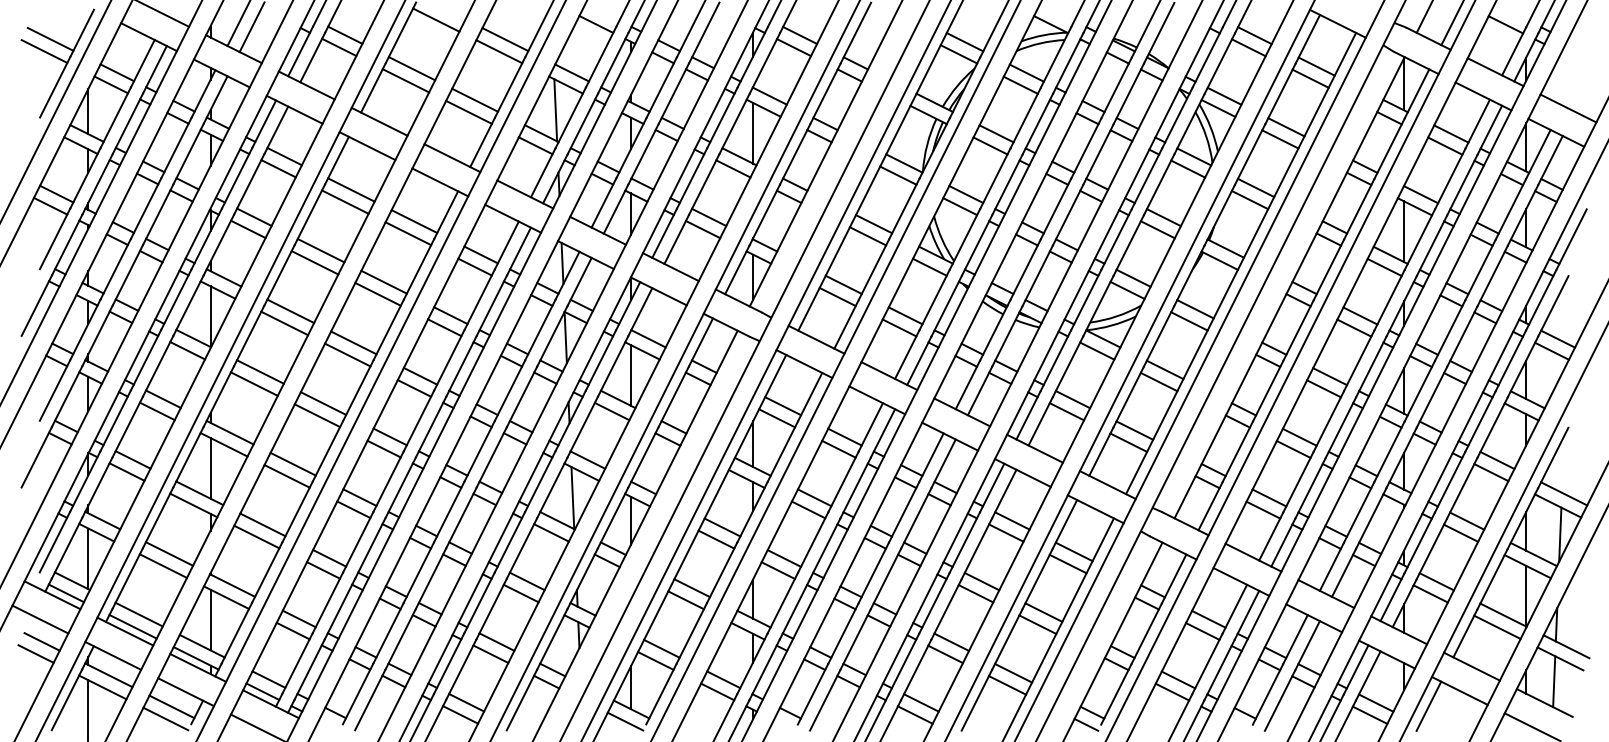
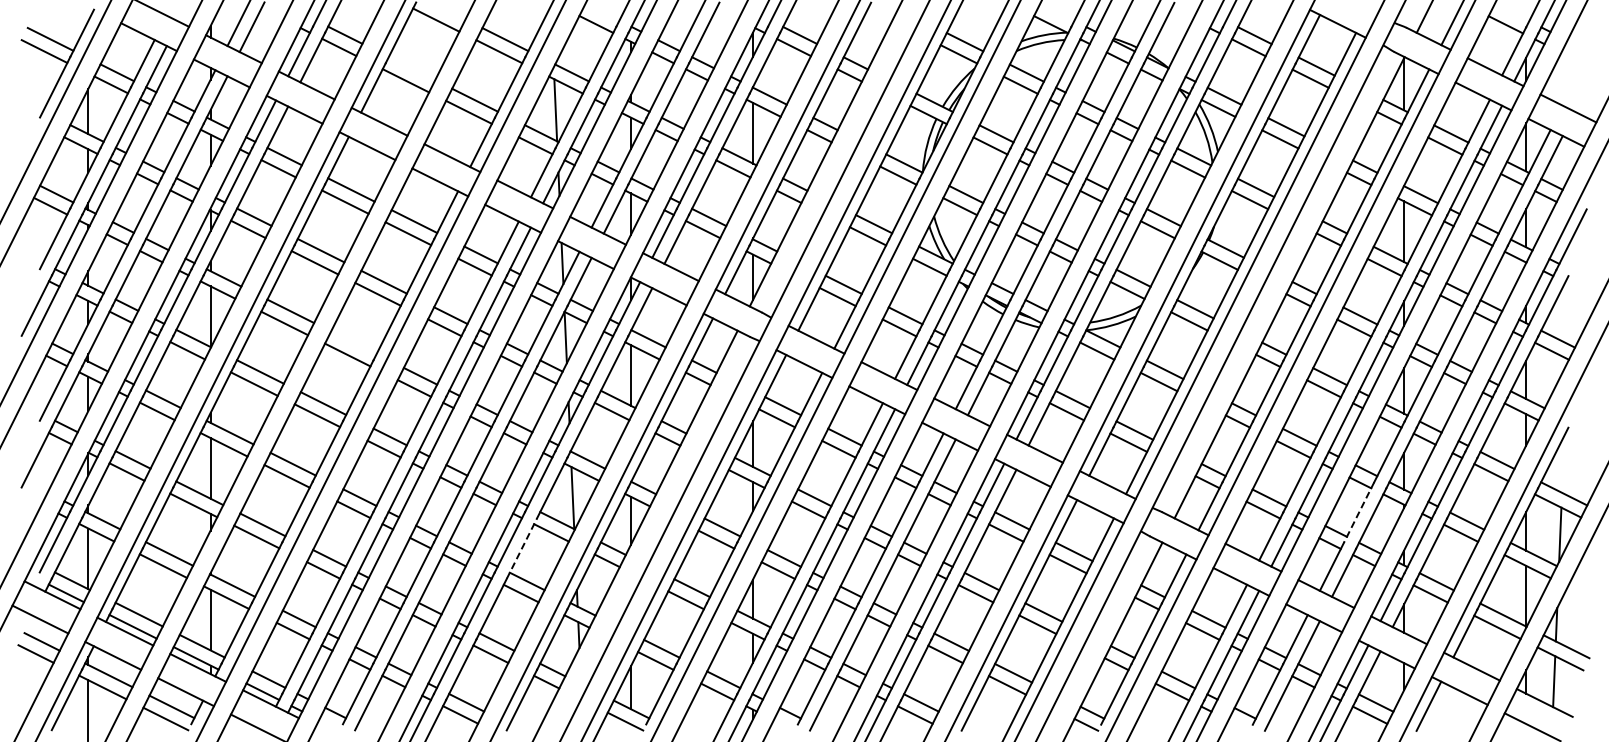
line at (411, 68): present -> none
line at (353, 342): present -> none
line at (1359, 512): solid -> dashed
line at (522, 548): solid -> dashed
